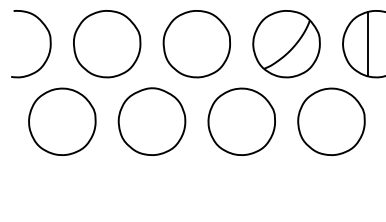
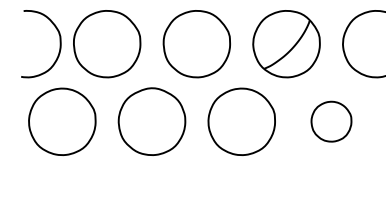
line at (367, 43): present -> none
curve at (49, 44) position: (49, 44) -> (59, 44)
part at (331, 121) size: 69x69 px -> 43x43 px
